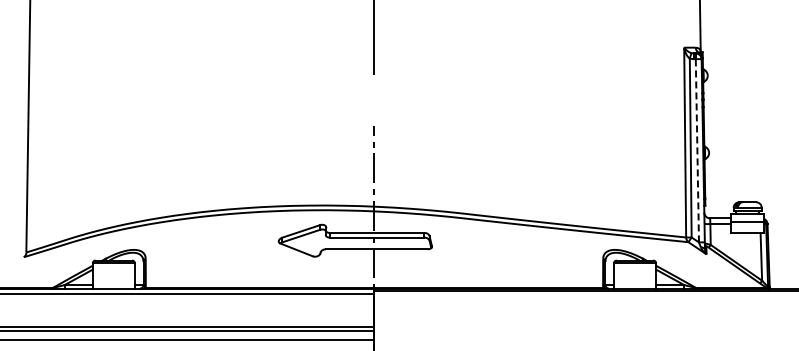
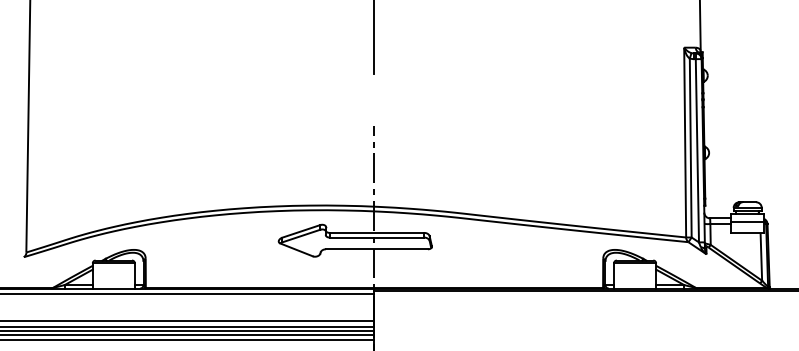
line at (697, 150): dashed -> solid
line at (188, 321): none -> present
line at (188, 334): none -> present
